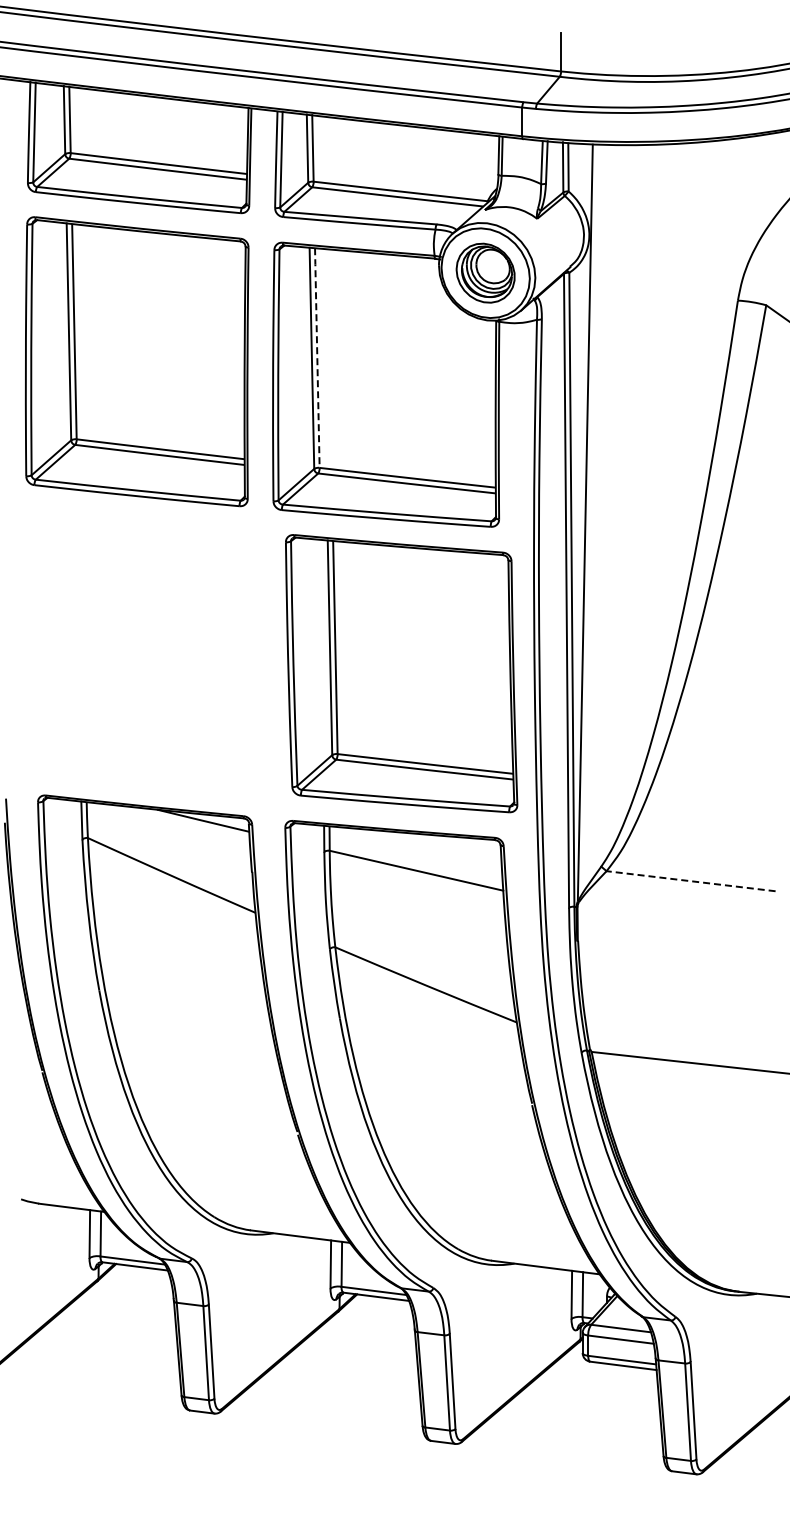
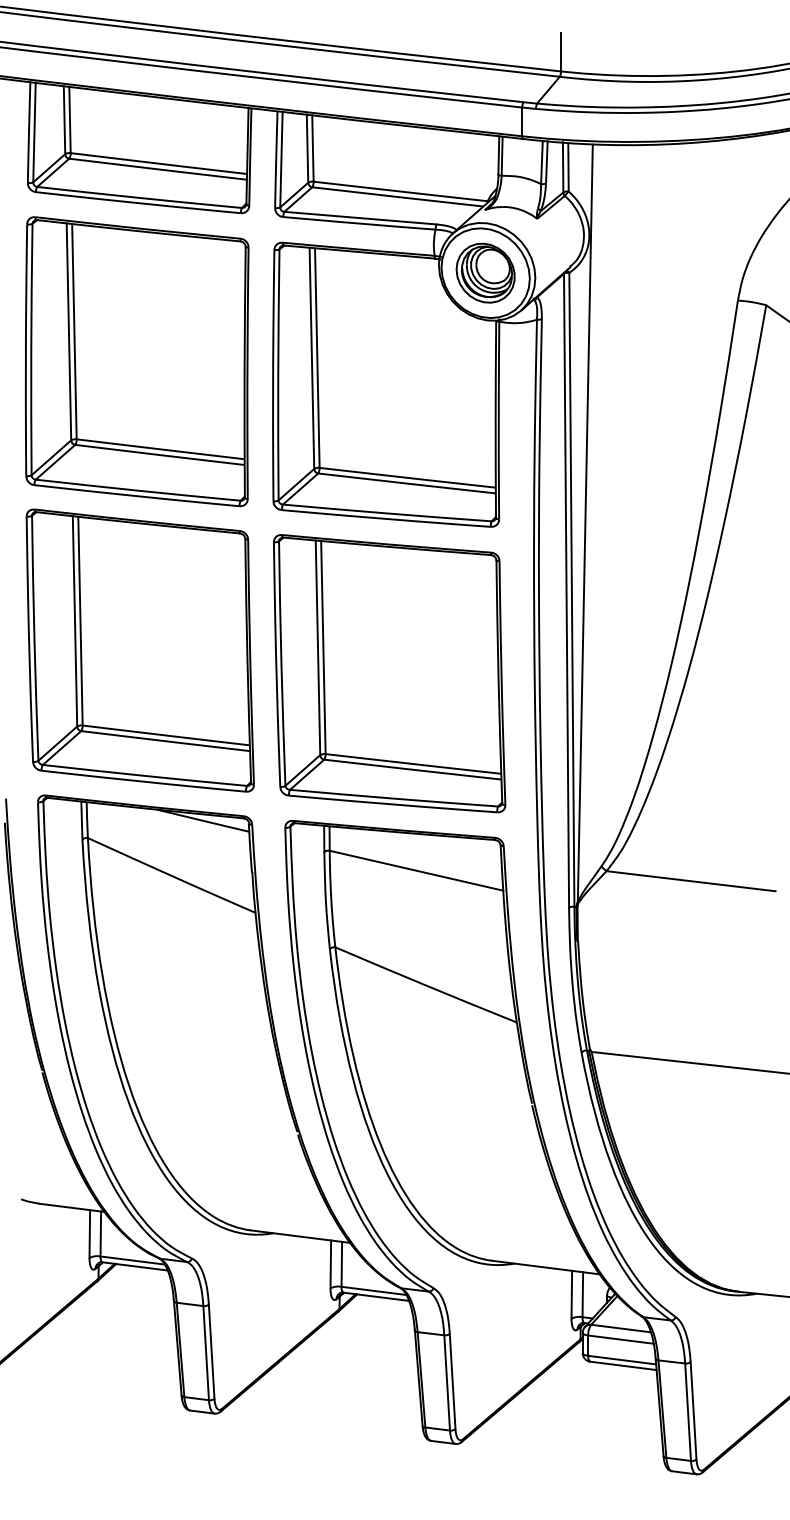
line at (317, 357): dashed -> solid
part at (139, 650): none -> present
part at (401, 673) position: (401, 673) -> (389, 673)
line at (690, 881): dashed -> solid
